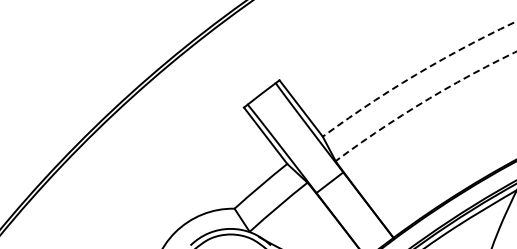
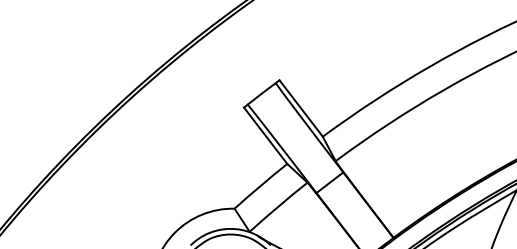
arc at (417, 74): dashed -> solid
arc at (423, 102): dashed -> solid
